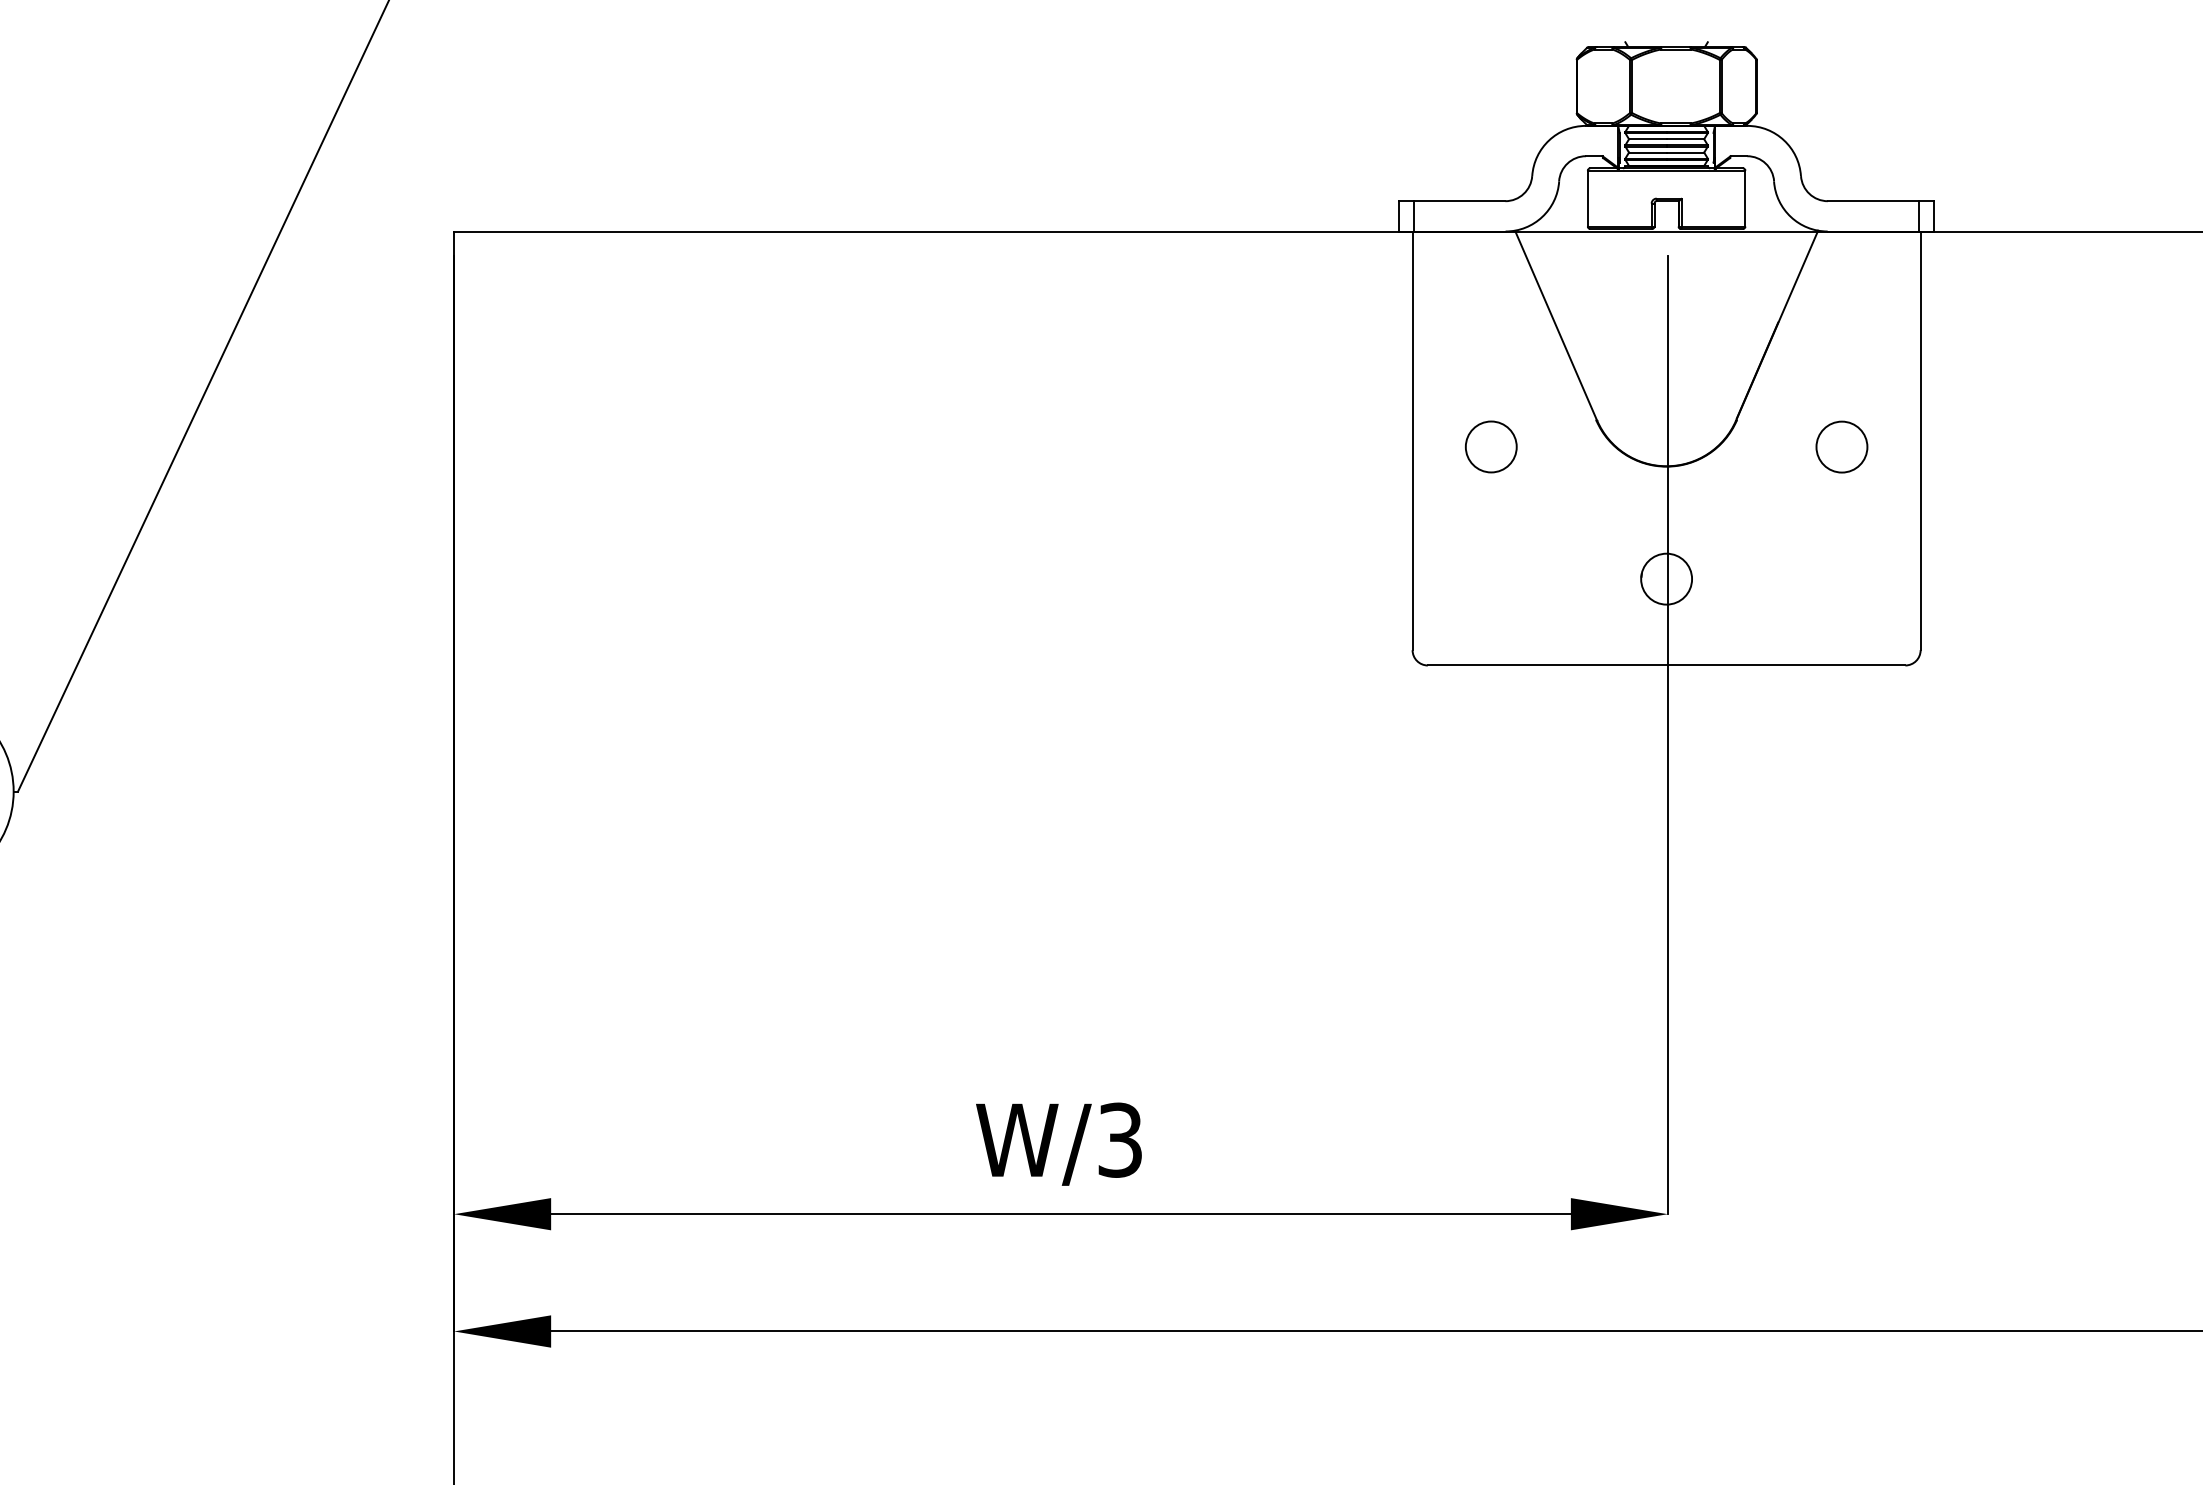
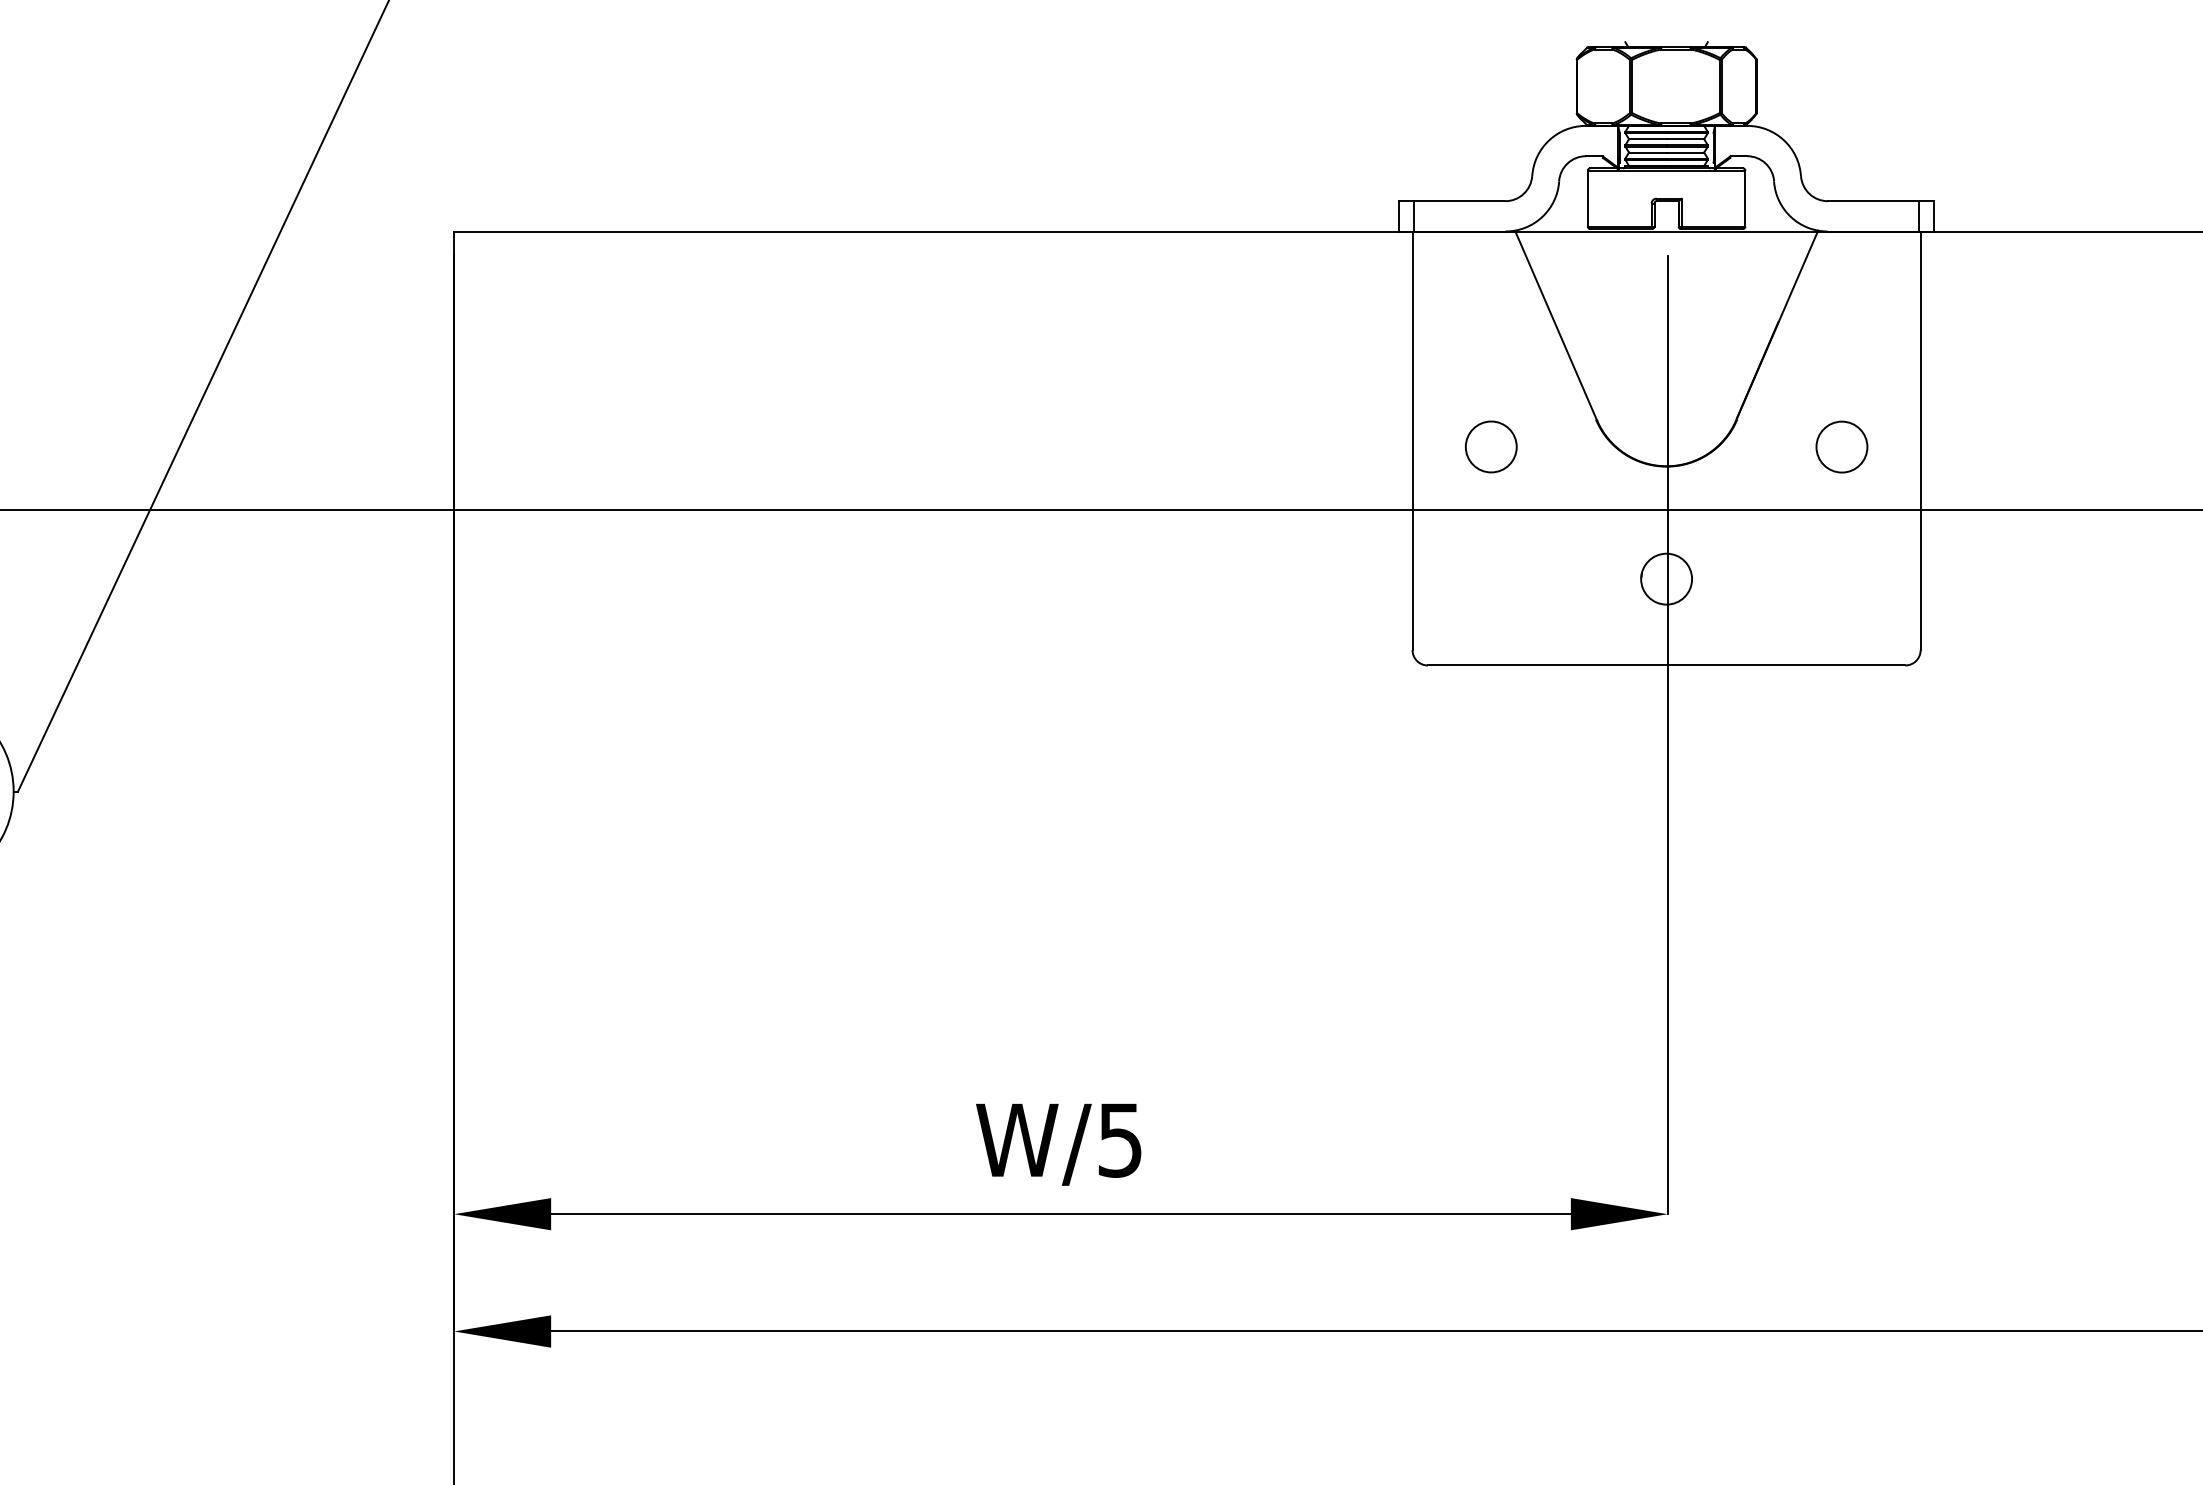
line at (1100, 510): none -> present
text at (1119, 1139): W/3 -> W/5
